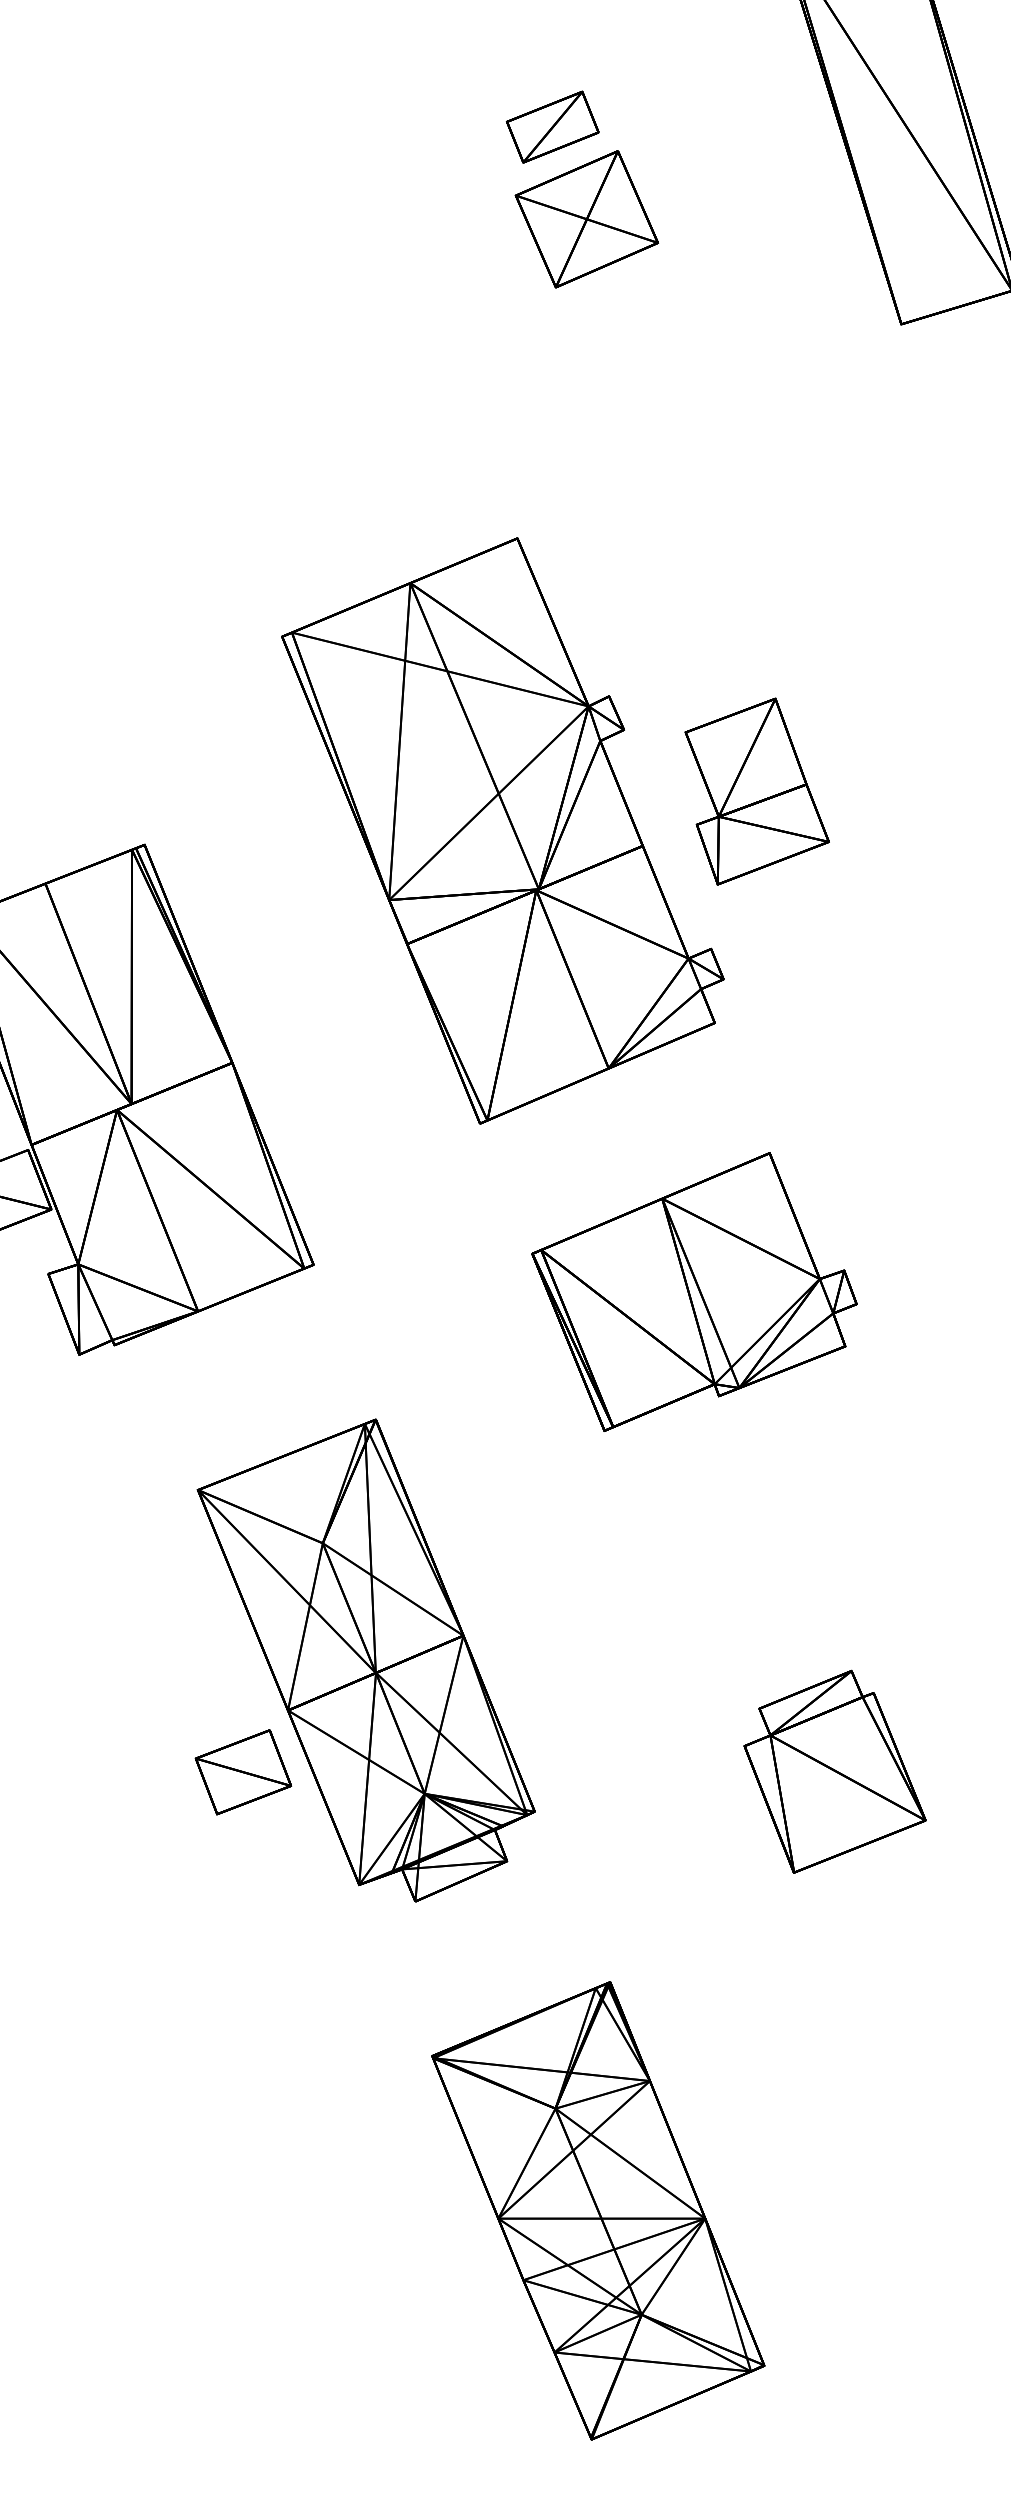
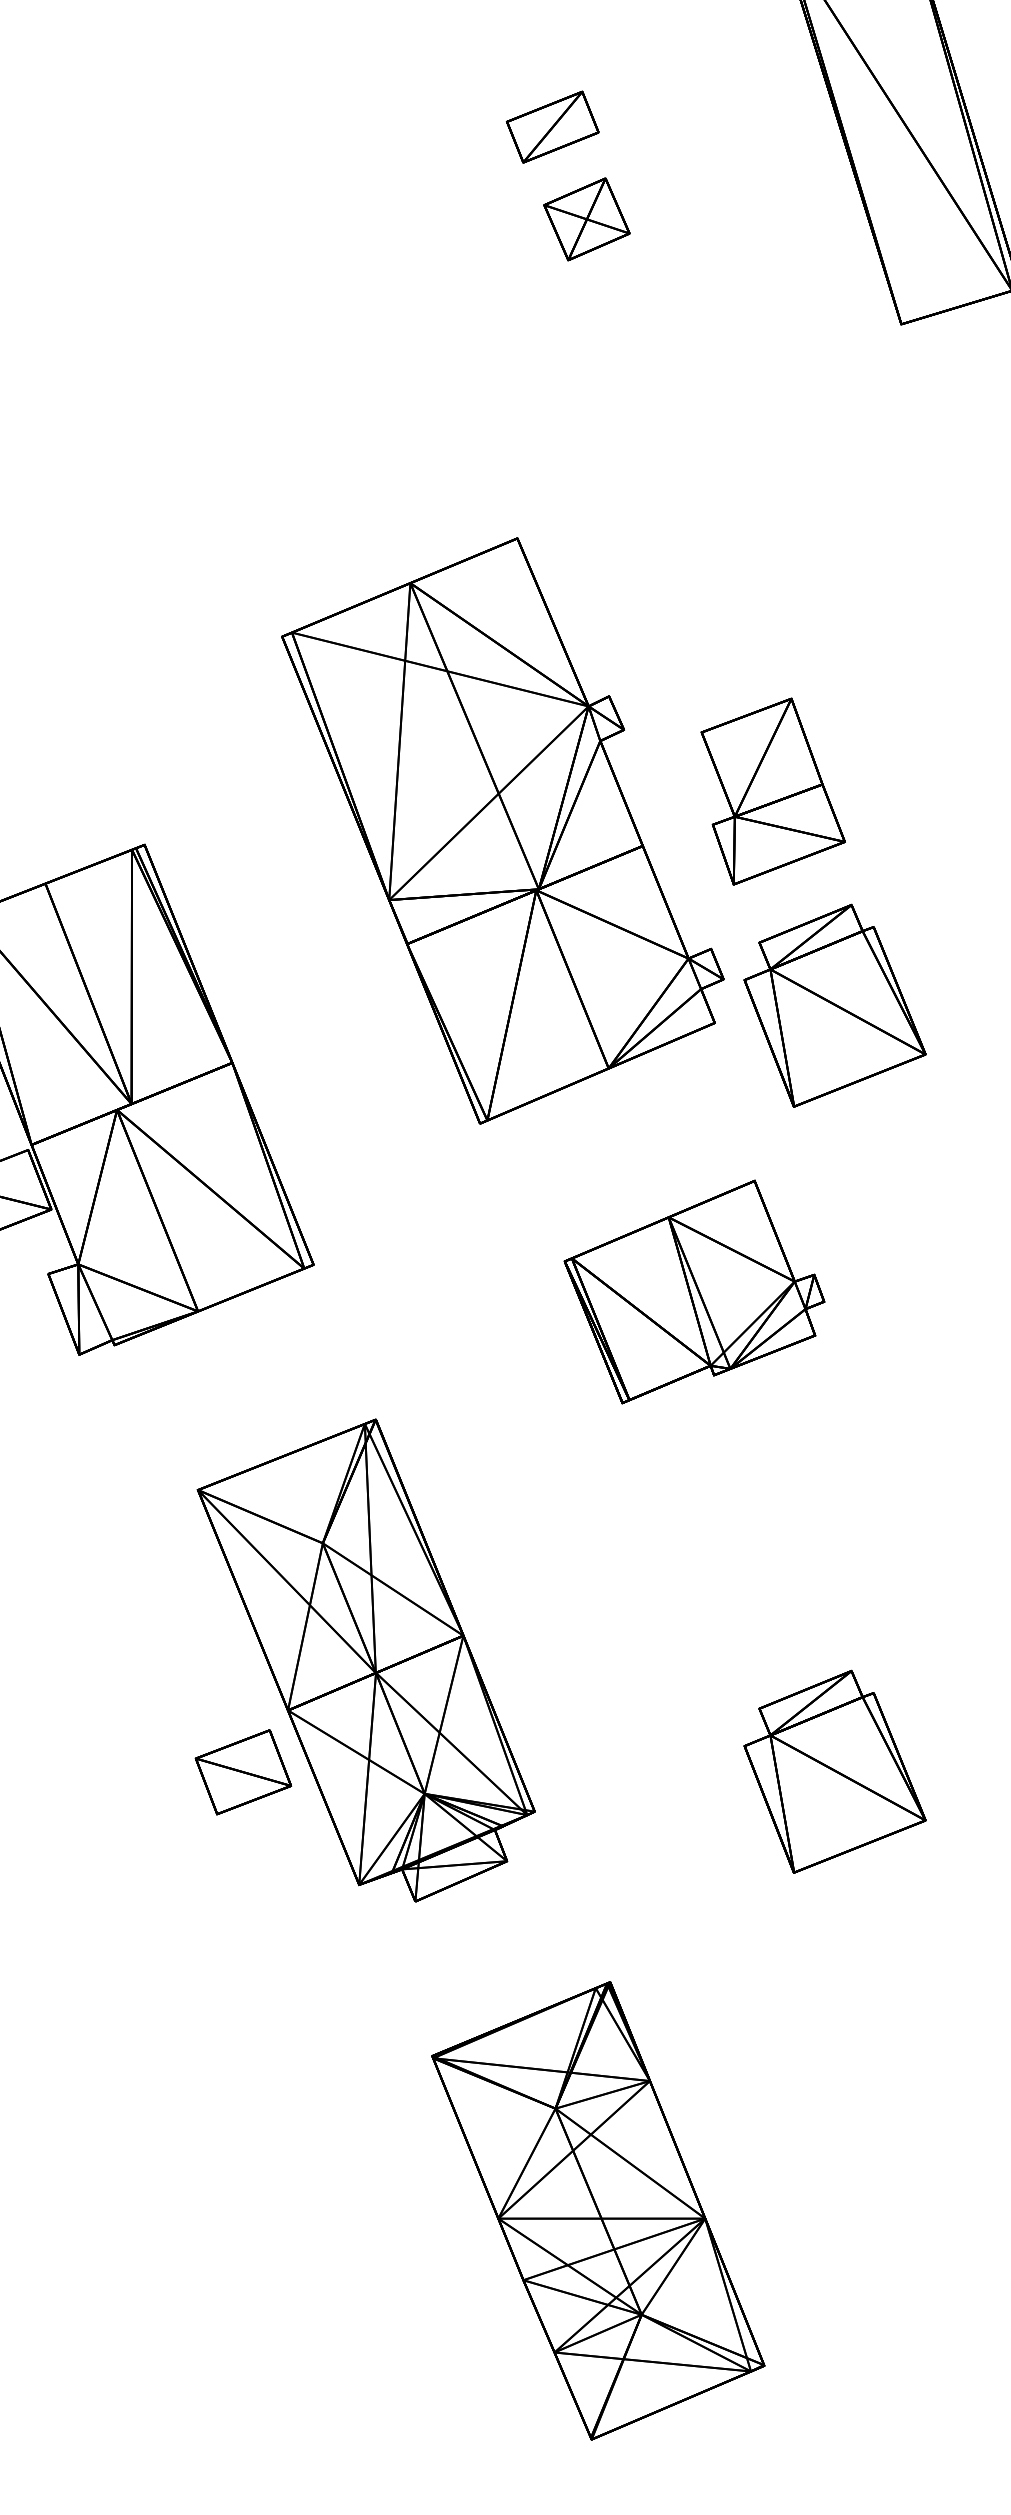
part at (586, 219) size: 146x139 px -> 88x85 px
part at (756, 791) position: (756, 791) -> (772, 791)
part at (834, 1005): none -> present
part at (694, 1291) size: 327x280 px -> 263x226 px
